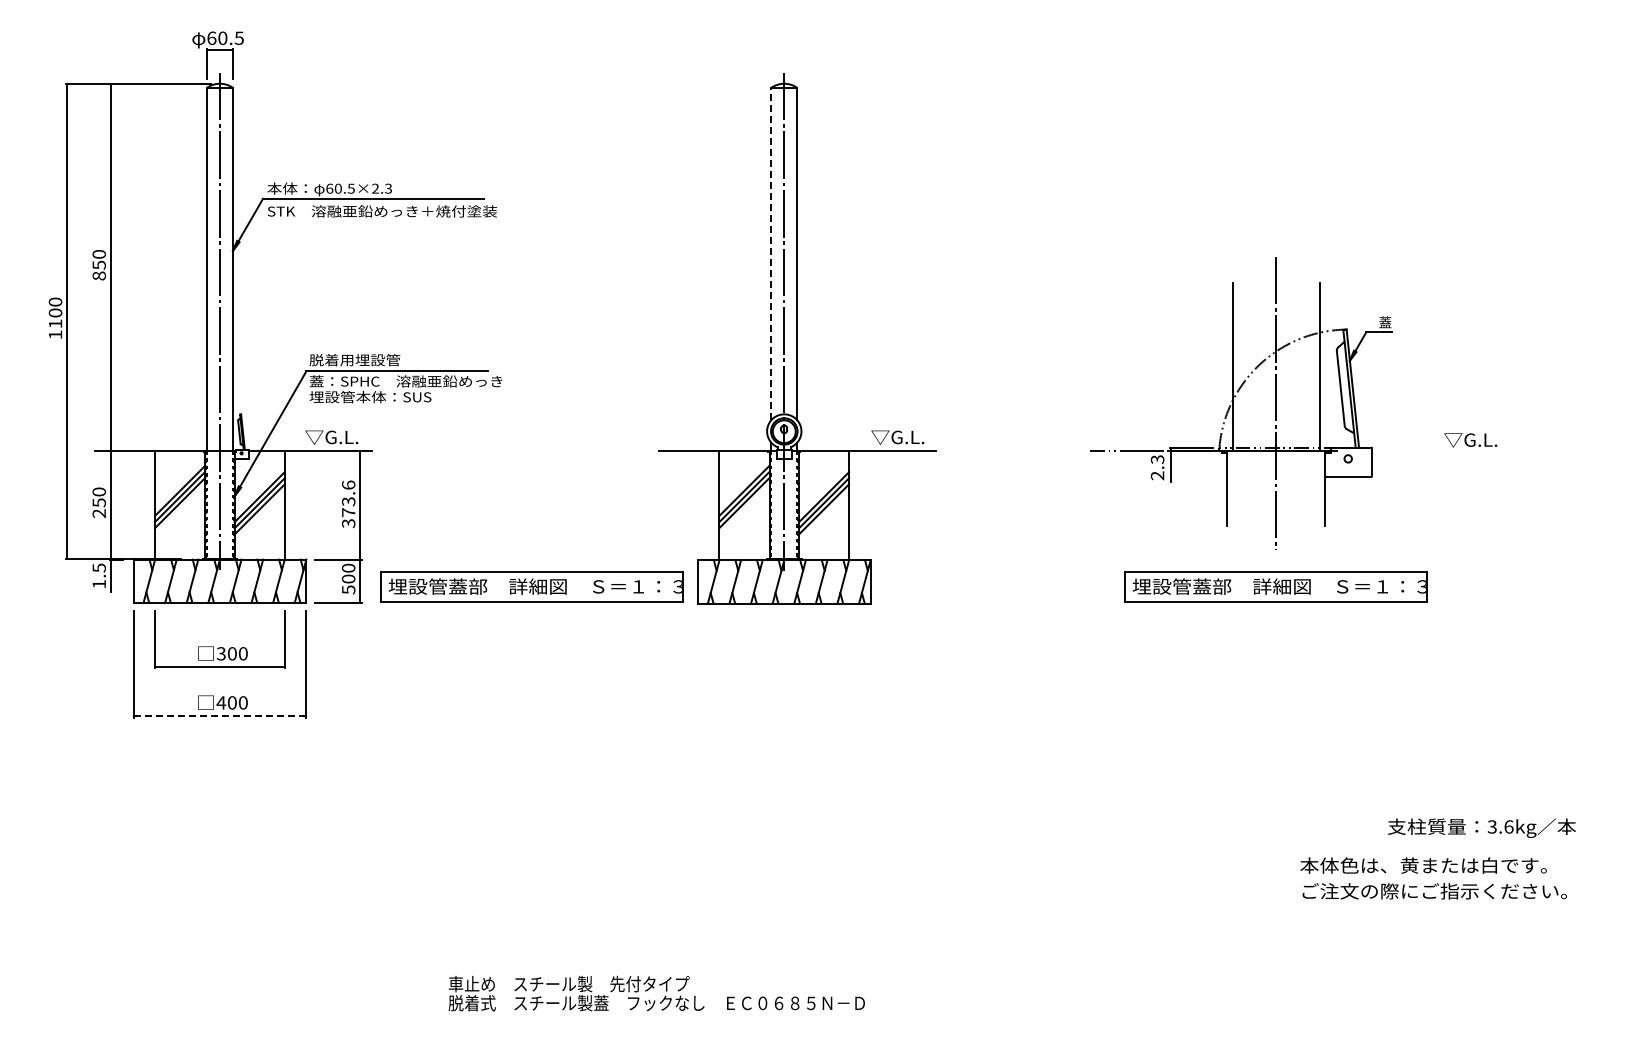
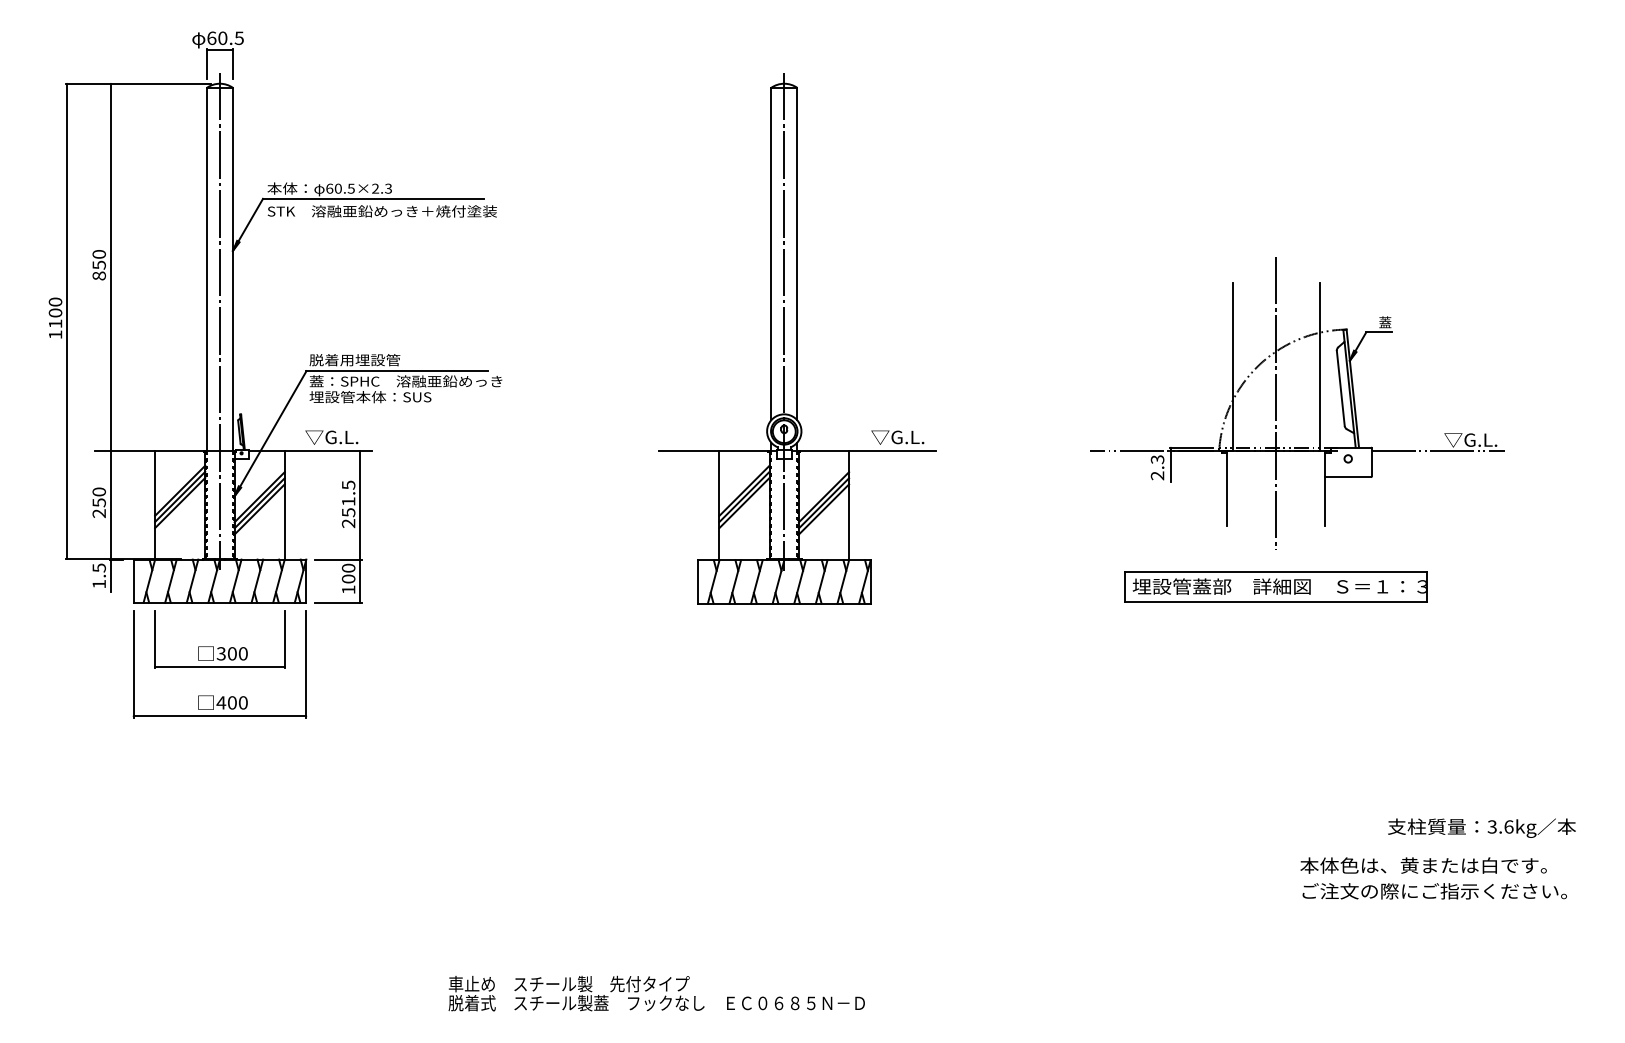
line at (771, 253): dashed -> solid
line at (1437, 450): none -> present
text at (348, 504): 373.6 -> 251.5
part at (531, 586): present -> none
text at (348, 589): 500 -> 100
line at (220, 716): dashed -> solid
